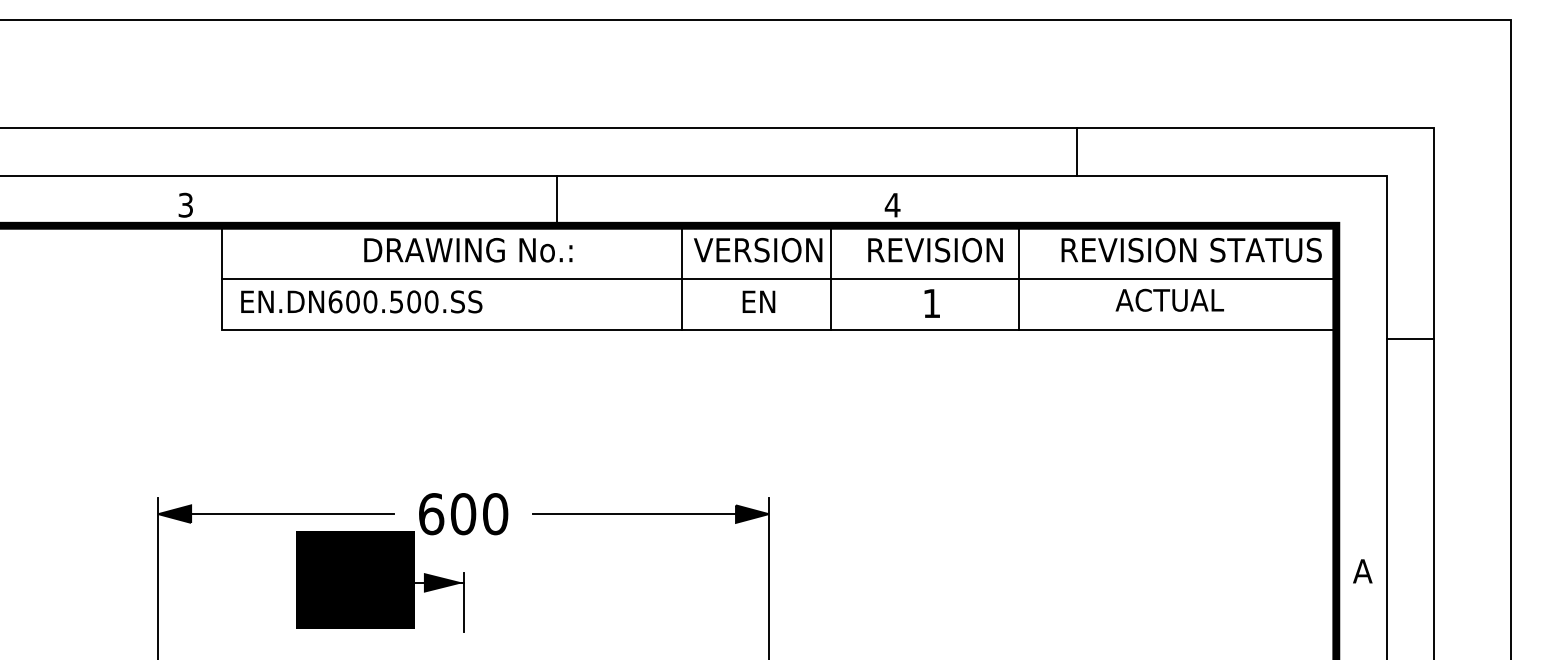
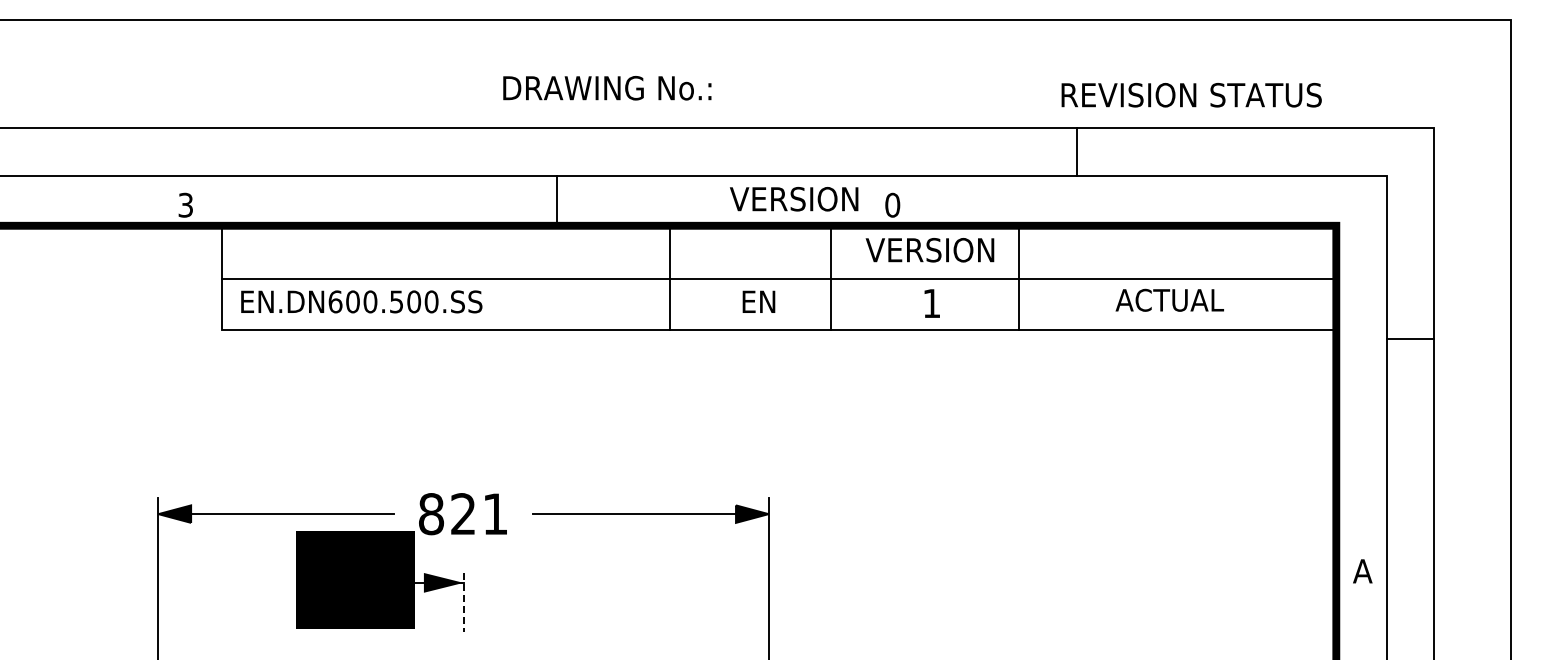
text at (892, 204): 4 -> 0
text at (933, 249): REVISION -> VERSION
text at (468, 250) position: (468, 250) -> (607, 88)
text at (758, 250) position: (758, 250) -> (794, 199)
text at (1191, 250) position: (1191, 250) -> (1191, 95)
line at (682, 277) position: (682, 277) -> (670, 277)
text at (463, 514): 600 -> 821
line at (463, 602): solid -> dashed
